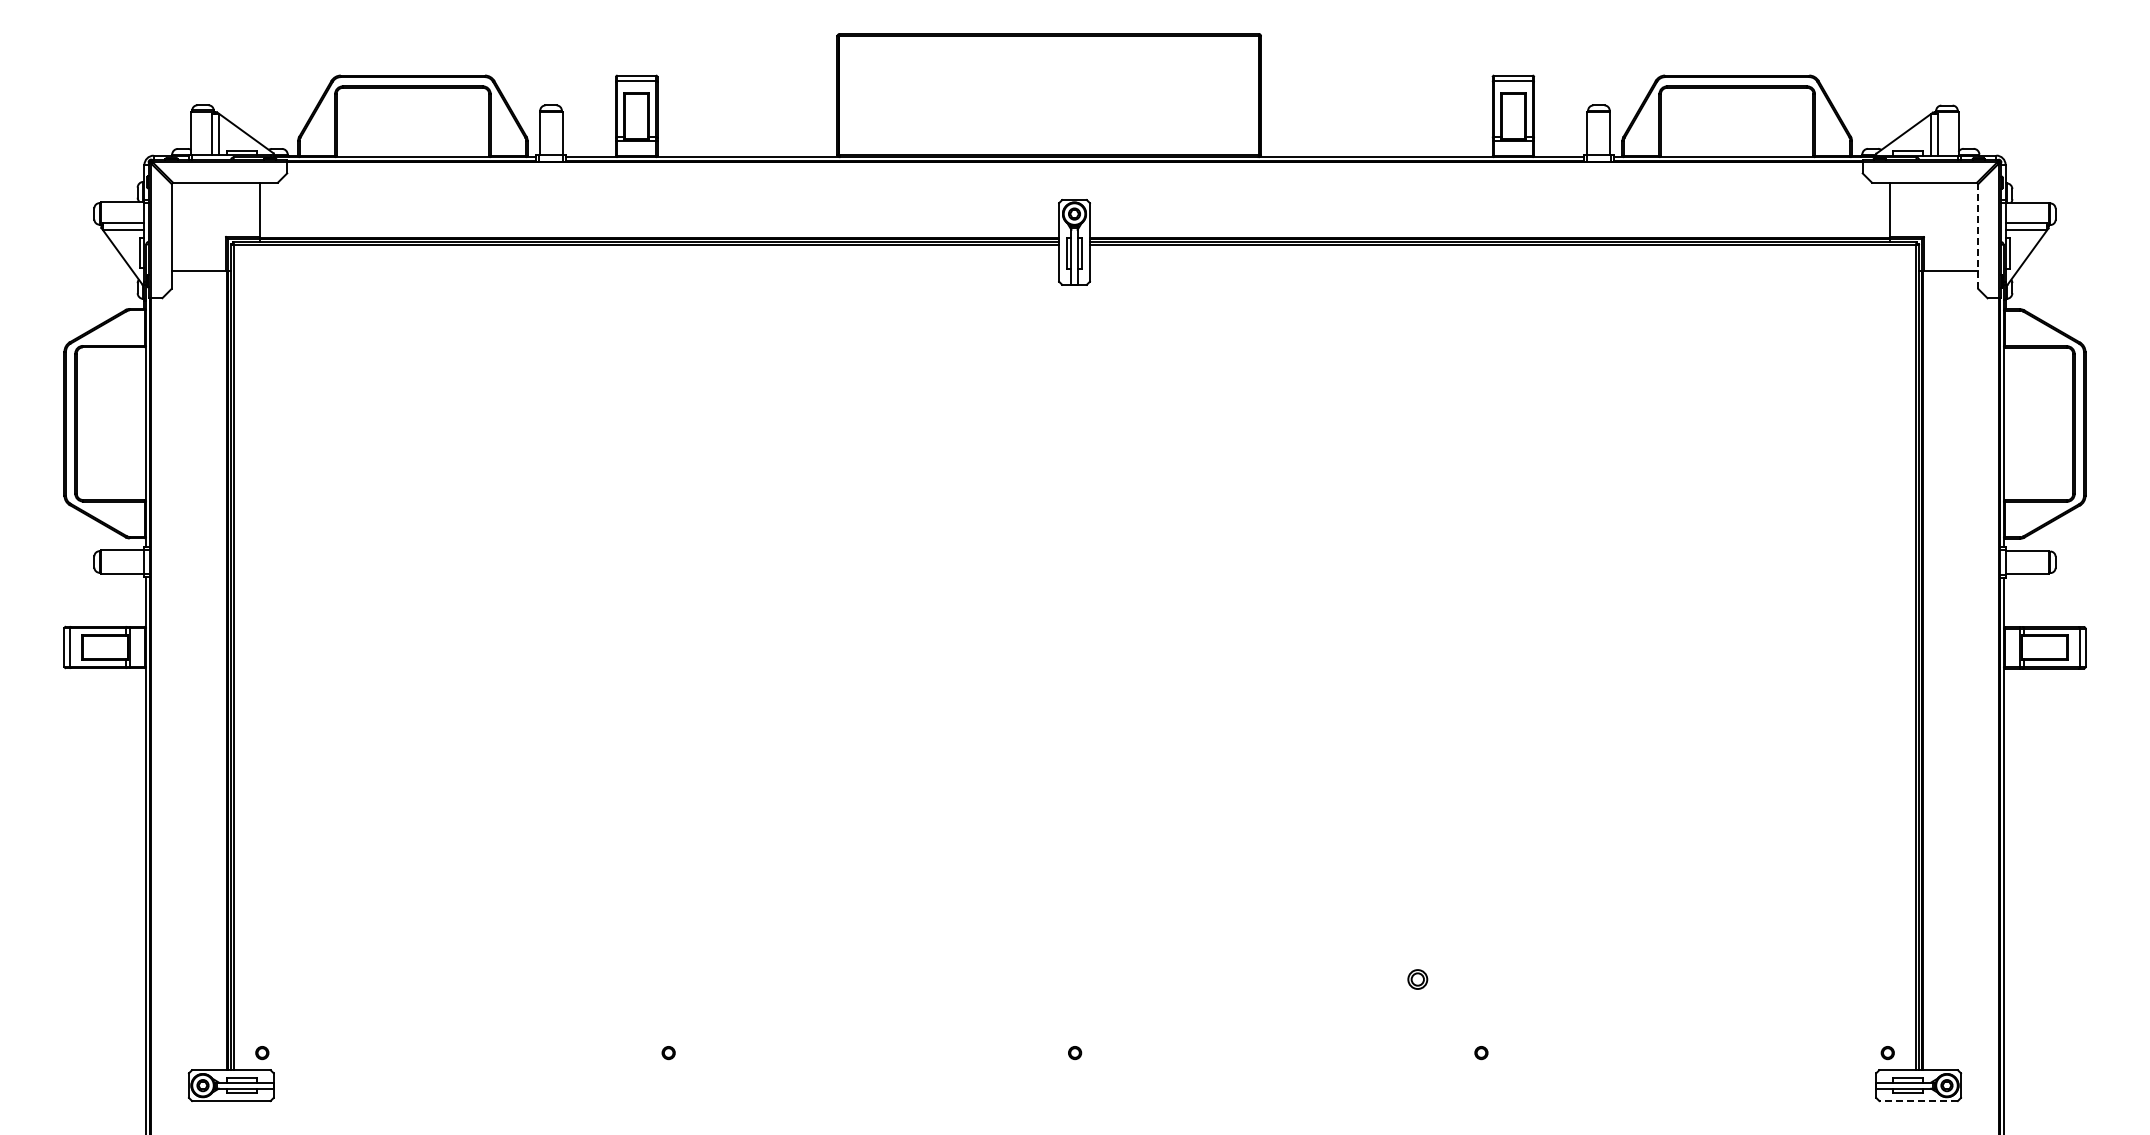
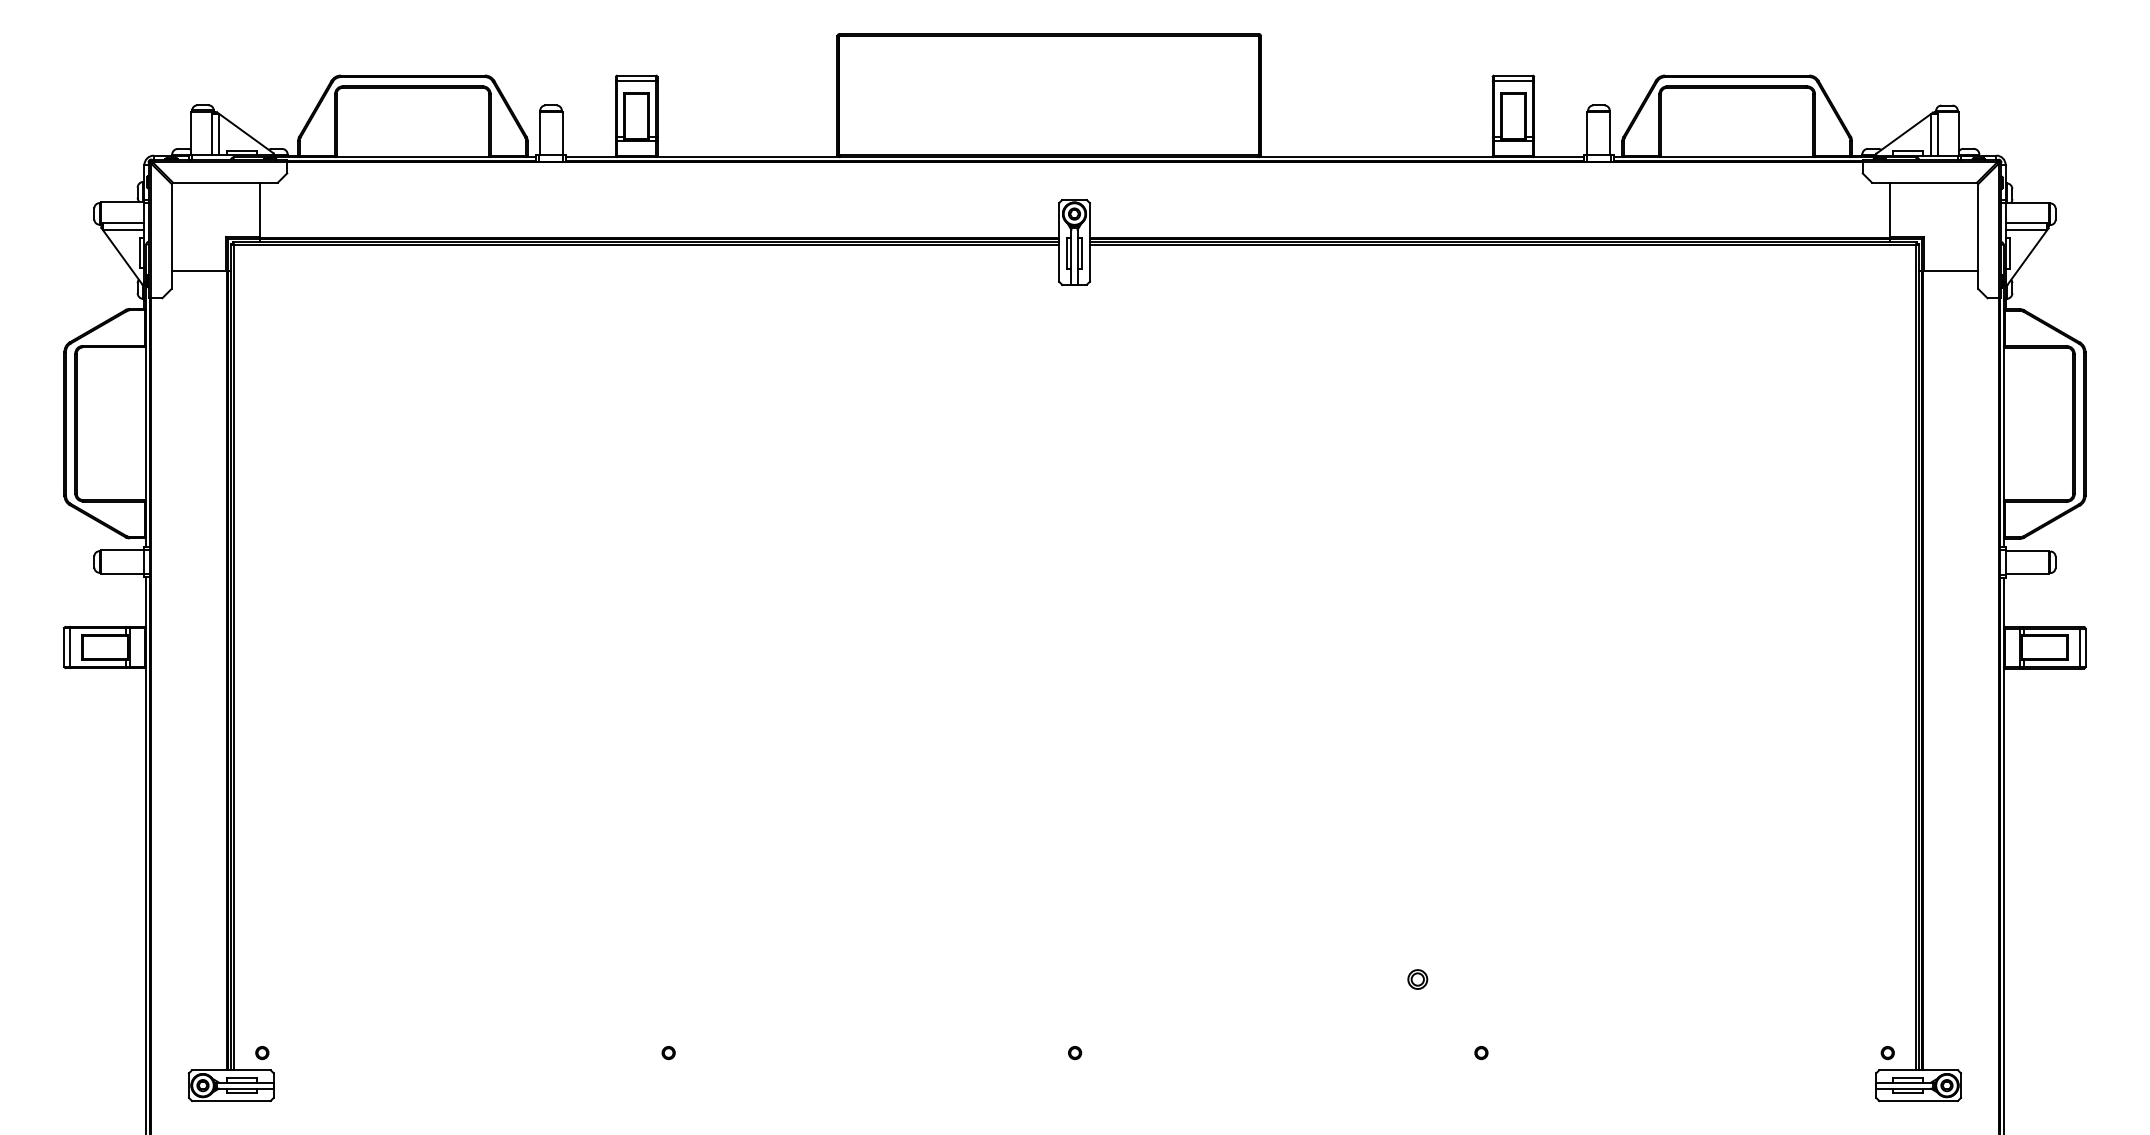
line at (1978, 236): dashed -> solid
line at (1918, 1101): dashed -> solid
